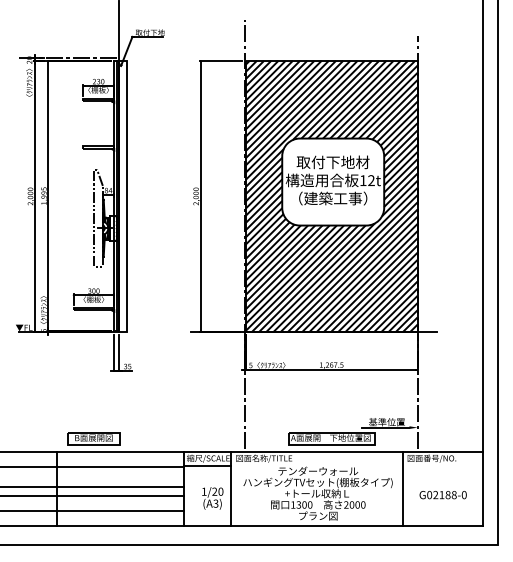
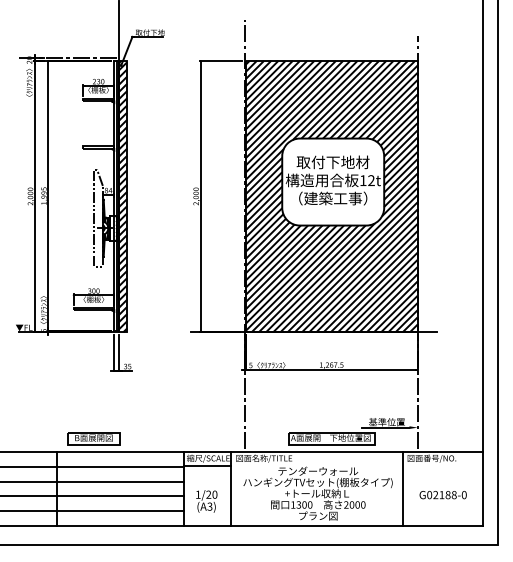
hatch at (123, 196): none -> present
line at (92, 486) position: (92, 486) -> (92, 481)
text at (212, 498) position: (212, 498) -> (206, 501)
